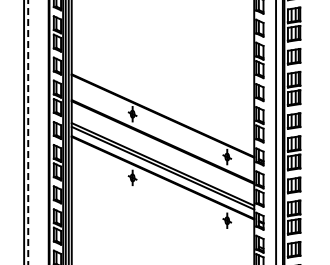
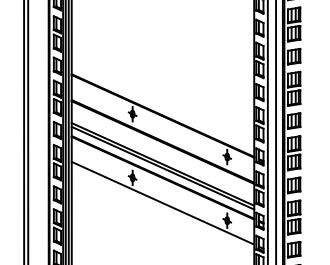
line at (267, 131): none -> present
line at (28, 132): dashed -> solid
line at (162, 202): none -> present
